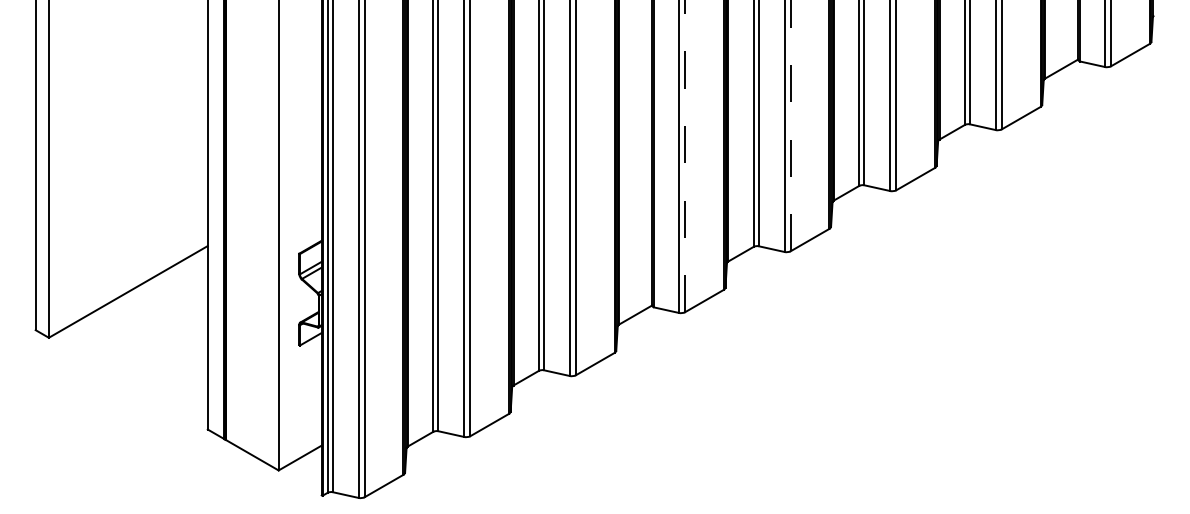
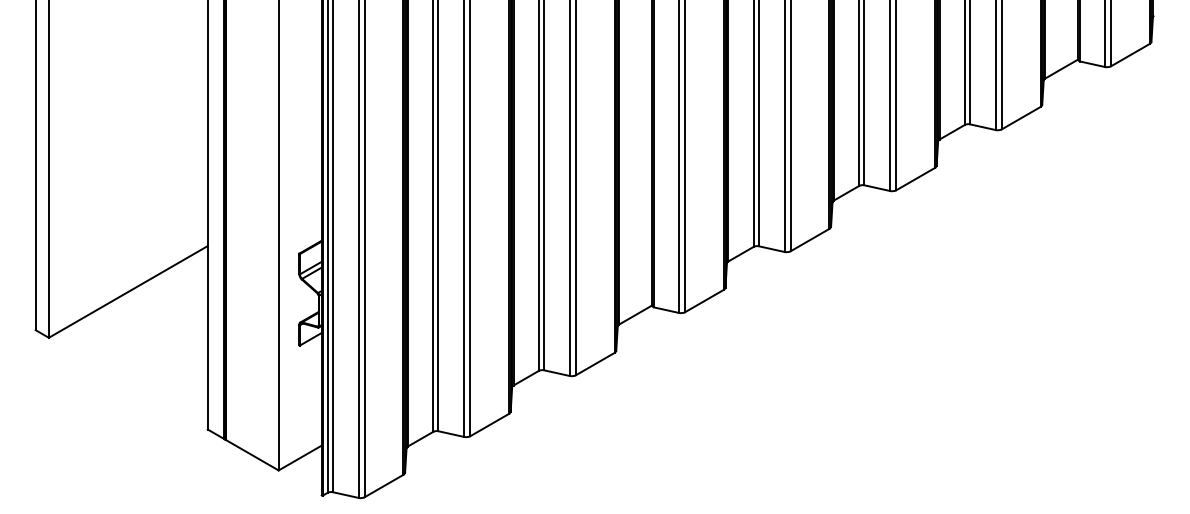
line at (790, 126): dashed -> solid
line at (685, 156): dashed -> solid
